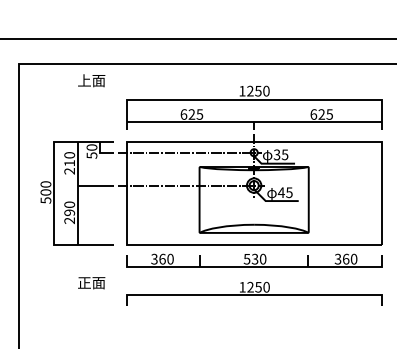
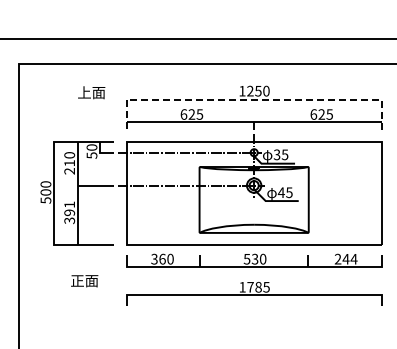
text at (91, 80) position: (91, 80) -> (91, 92)
line at (254, 99): solid -> dashed
text at (69, 212): 290 -> 391
text at (345, 258): 360 -> 244
text at (91, 283) position: (91, 283) -> (84, 281)
text at (258, 286): 1250 -> 1785
